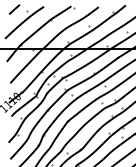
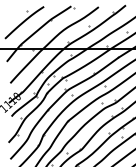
line at (14, 9): present -> none
